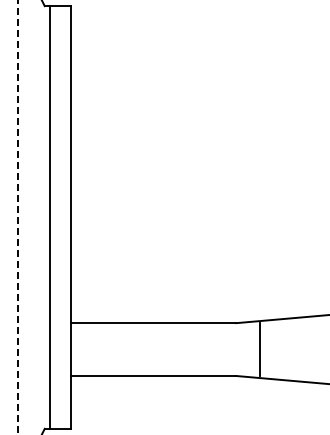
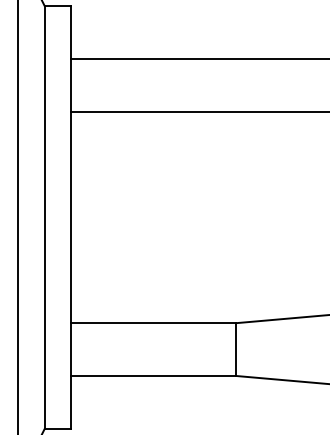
line at (198, 58): none -> present
line at (198, 111): none -> present
line at (18, 217): dashed -> solid
line at (49, 217) position: (49, 217) -> (44, 217)
line at (260, 349) position: (260, 349) -> (236, 349)
